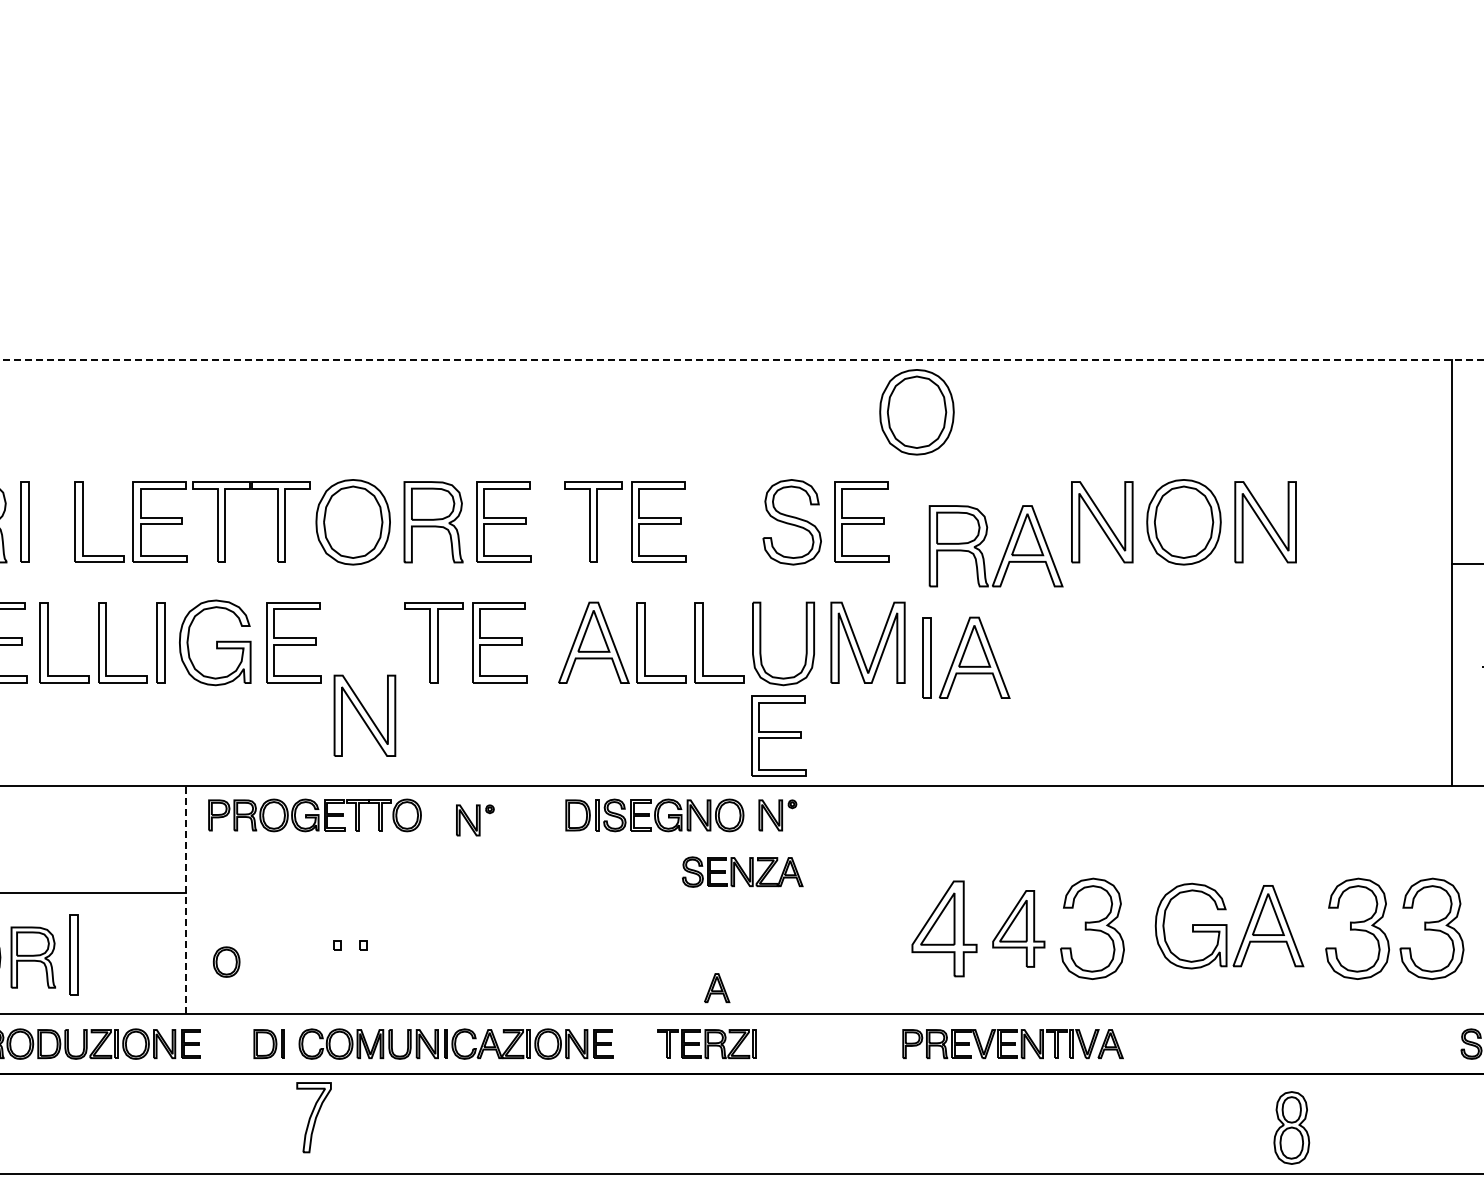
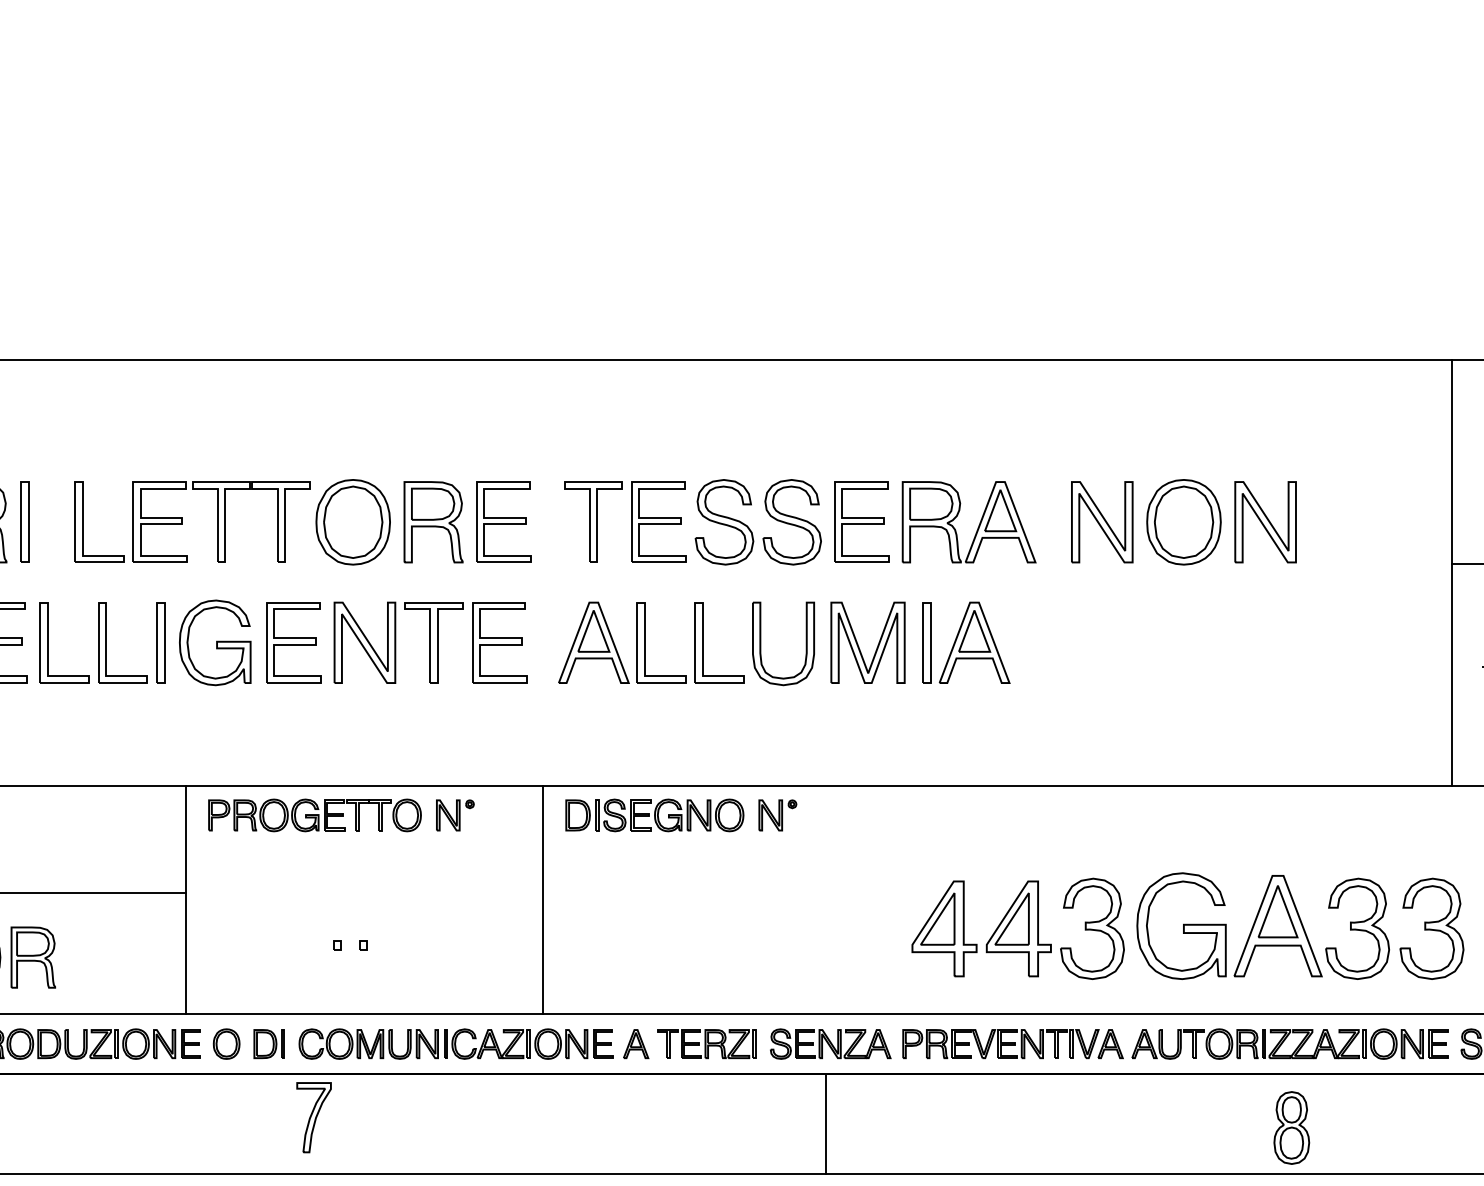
line at (742, 360): dashed -> solid
part at (916, 412): present -> none
part at (724, 522): none -> present
part at (1004, 551) position: (1004, 551) -> (977, 527)
part at (966, 657) position: (966, 657) -> (966, 642)
part at (364, 715) position: (364, 715) -> (364, 642)
part at (778, 735): present -> none
part at (475, 820) position: (475, 820) -> (455, 815)
part at (742, 871) position: (742, 871) -> (830, 1043)
line at (542, 899): none -> present
line at (185, 900): dashed -> solid
part at (1229, 925) size: 151x88 px -> 187x108 px
part at (1018, 928) size: 54x78 px -> 67x98 px
part at (73, 954): present -> none
part at (226, 961) position: (226, 961) -> (226, 1043)
part at (717, 988) position: (717, 988) -> (636, 1044)
part at (1289, 1043): none -> present
line at (826, 1123): none -> present
